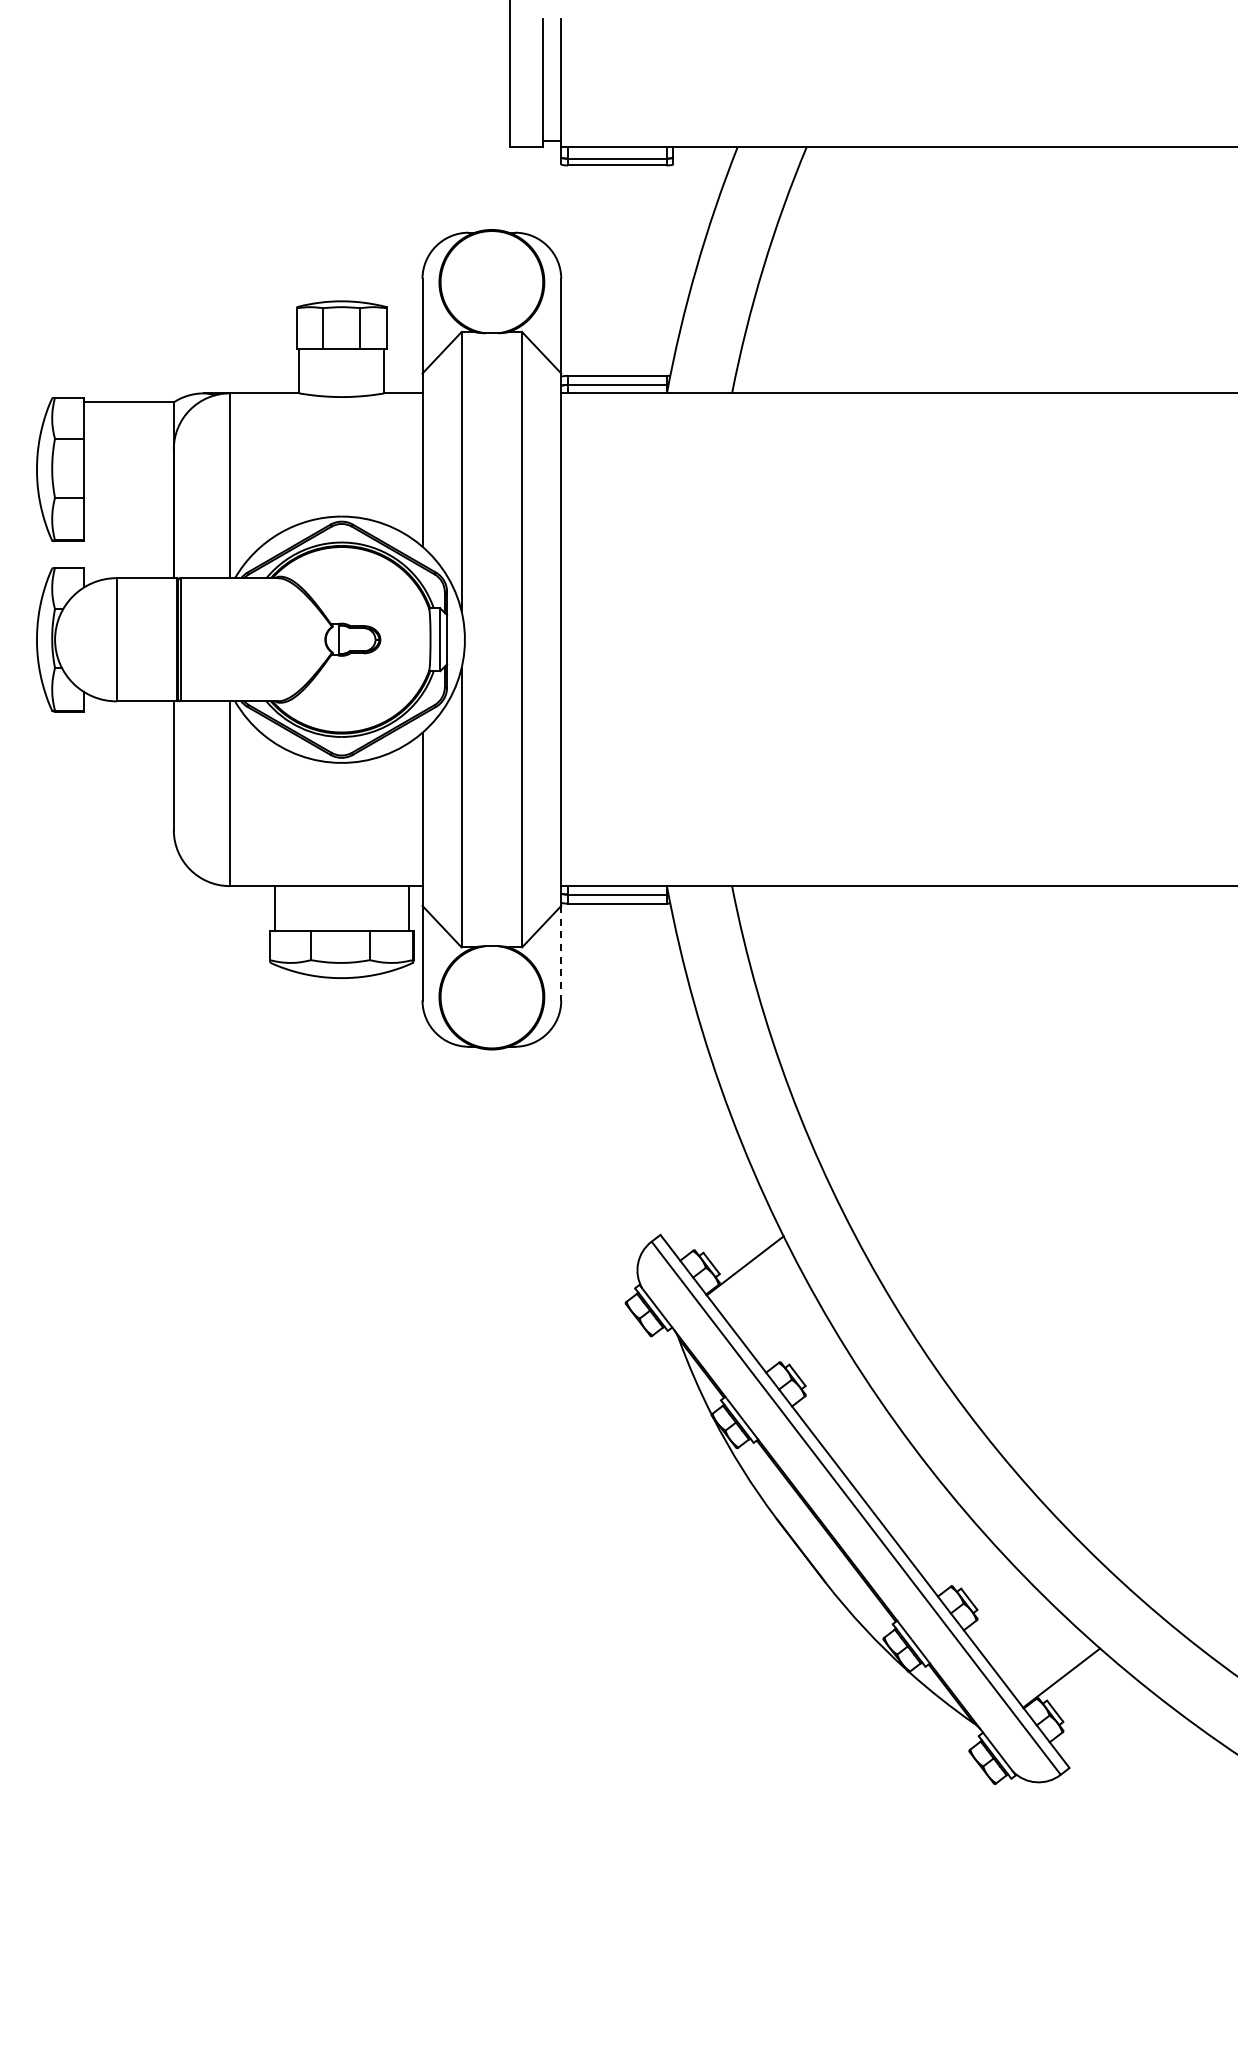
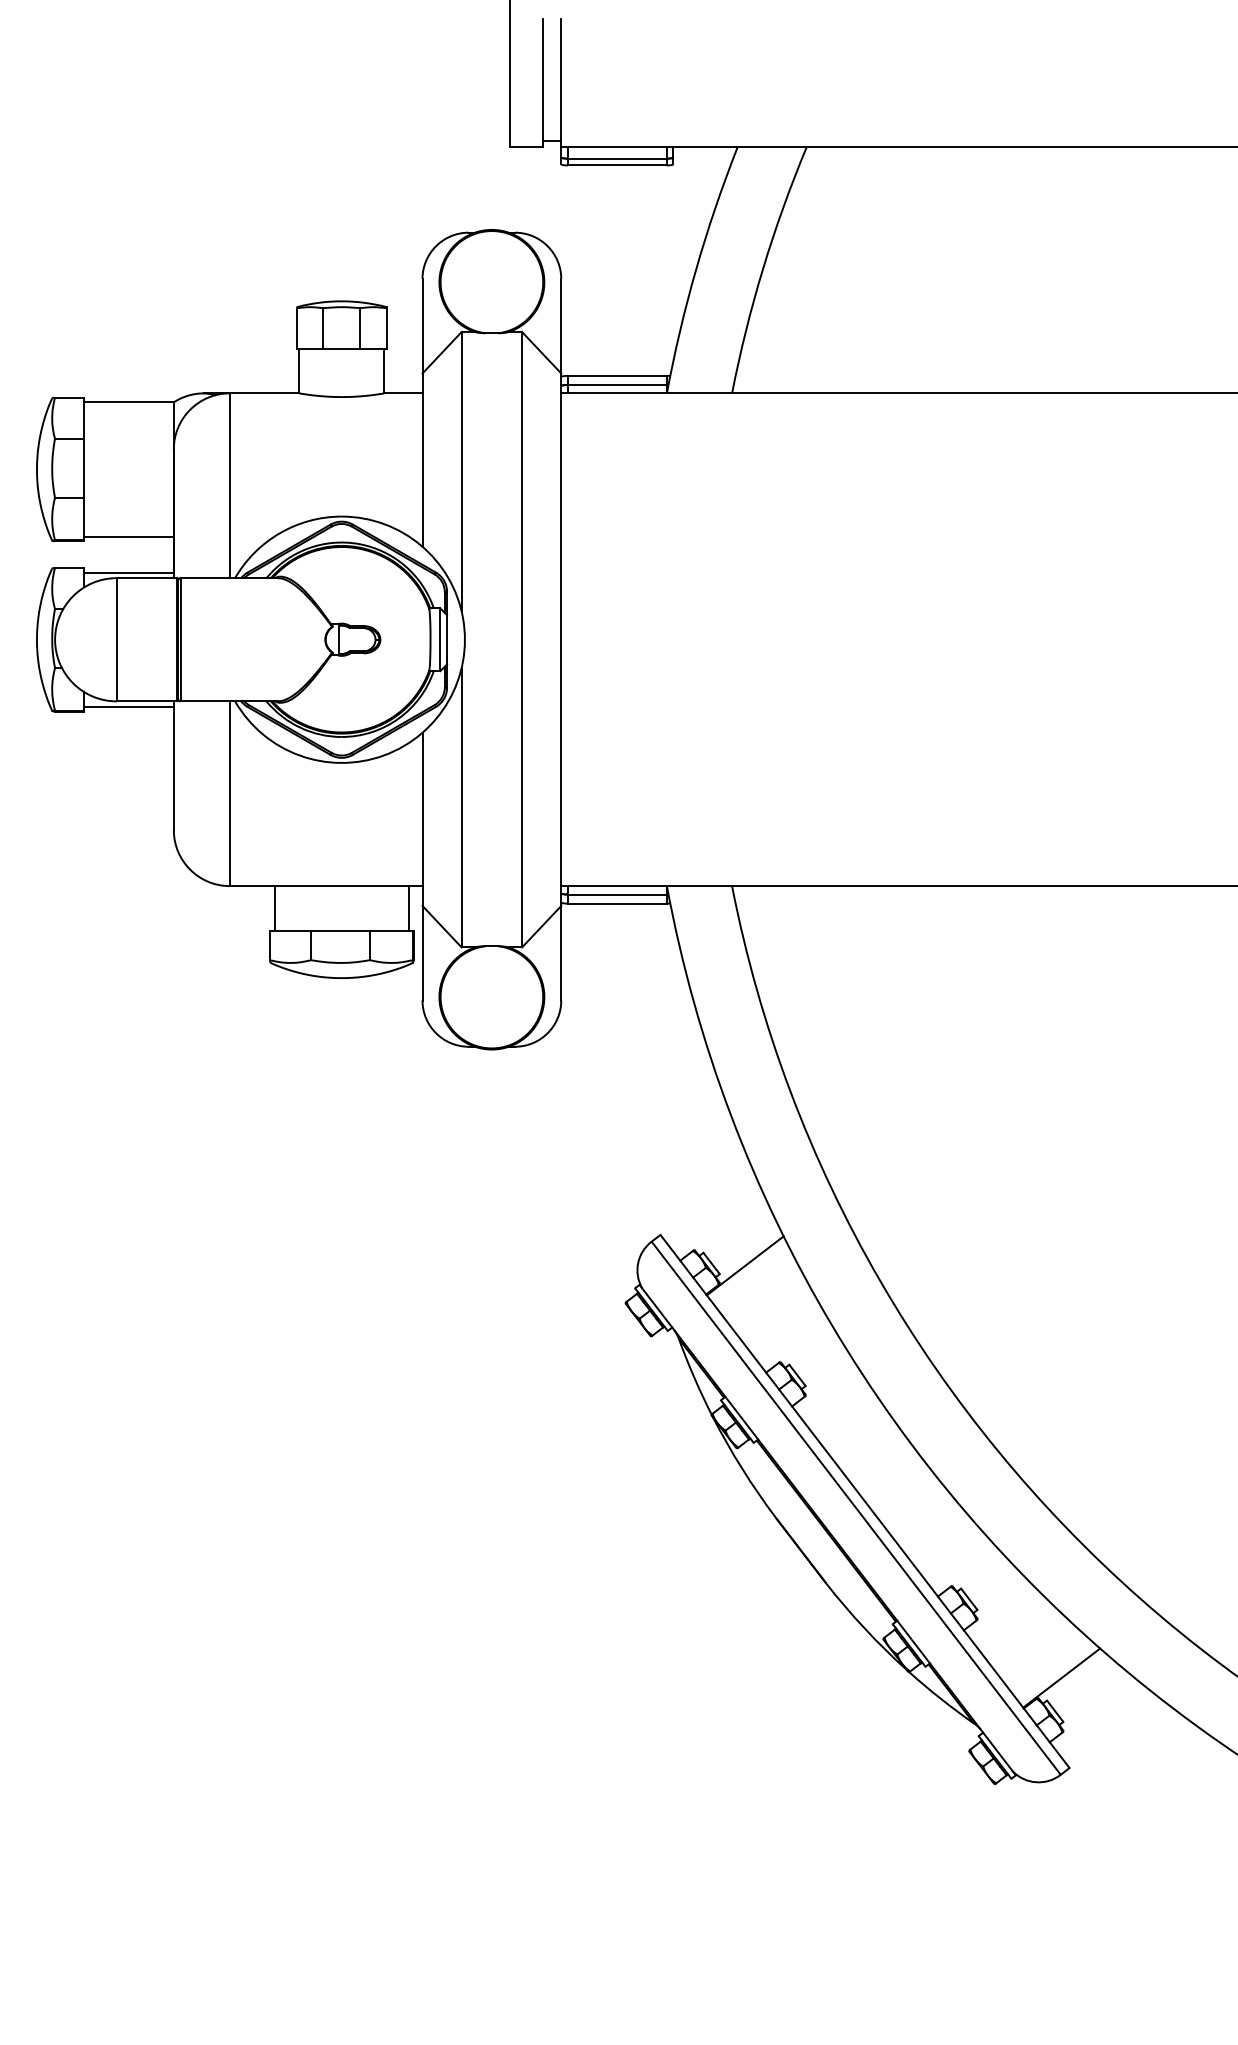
line at (128, 536): none -> present
line at (128, 572): none -> present
line at (128, 706): none -> present
line at (561, 953): dashed -> solid
